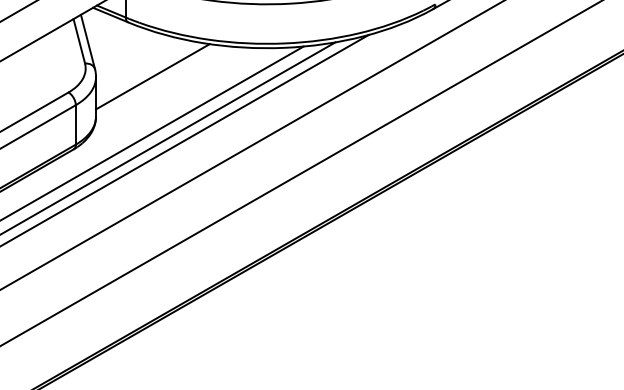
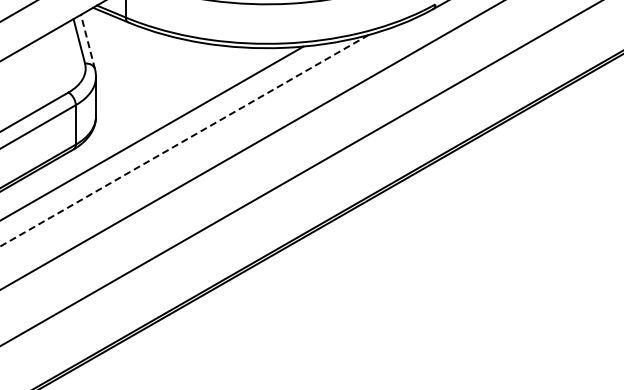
line at (87, 41): solid -> dashed
line at (152, 76): present -> none
line at (168, 137): present -> none
line at (184, 140): solid -> dashed
